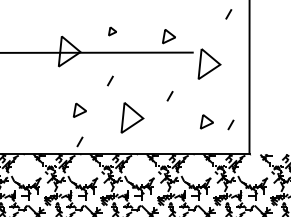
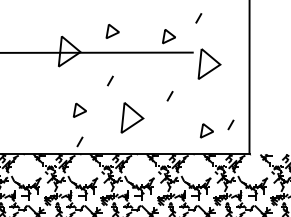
line at (228, 14) position: (228, 14) -> (198, 18)
part at (112, 31) size: 9x11 px -> 15x15 px
part at (206, 121) position: (206, 121) -> (206, 130)
